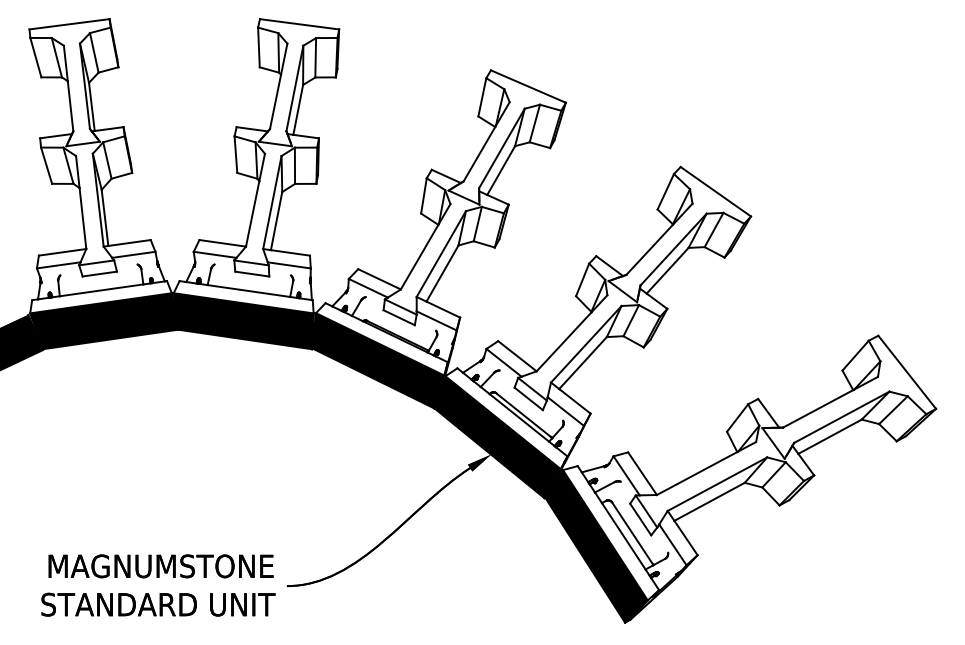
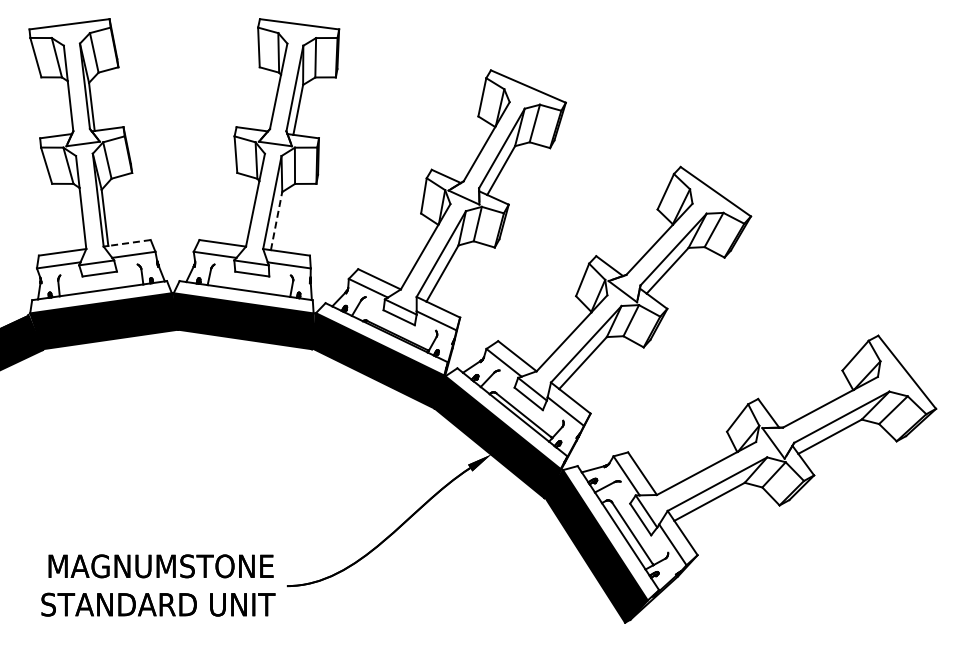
line at (276, 221): solid -> dashed
line at (129, 243): solid -> dashed
